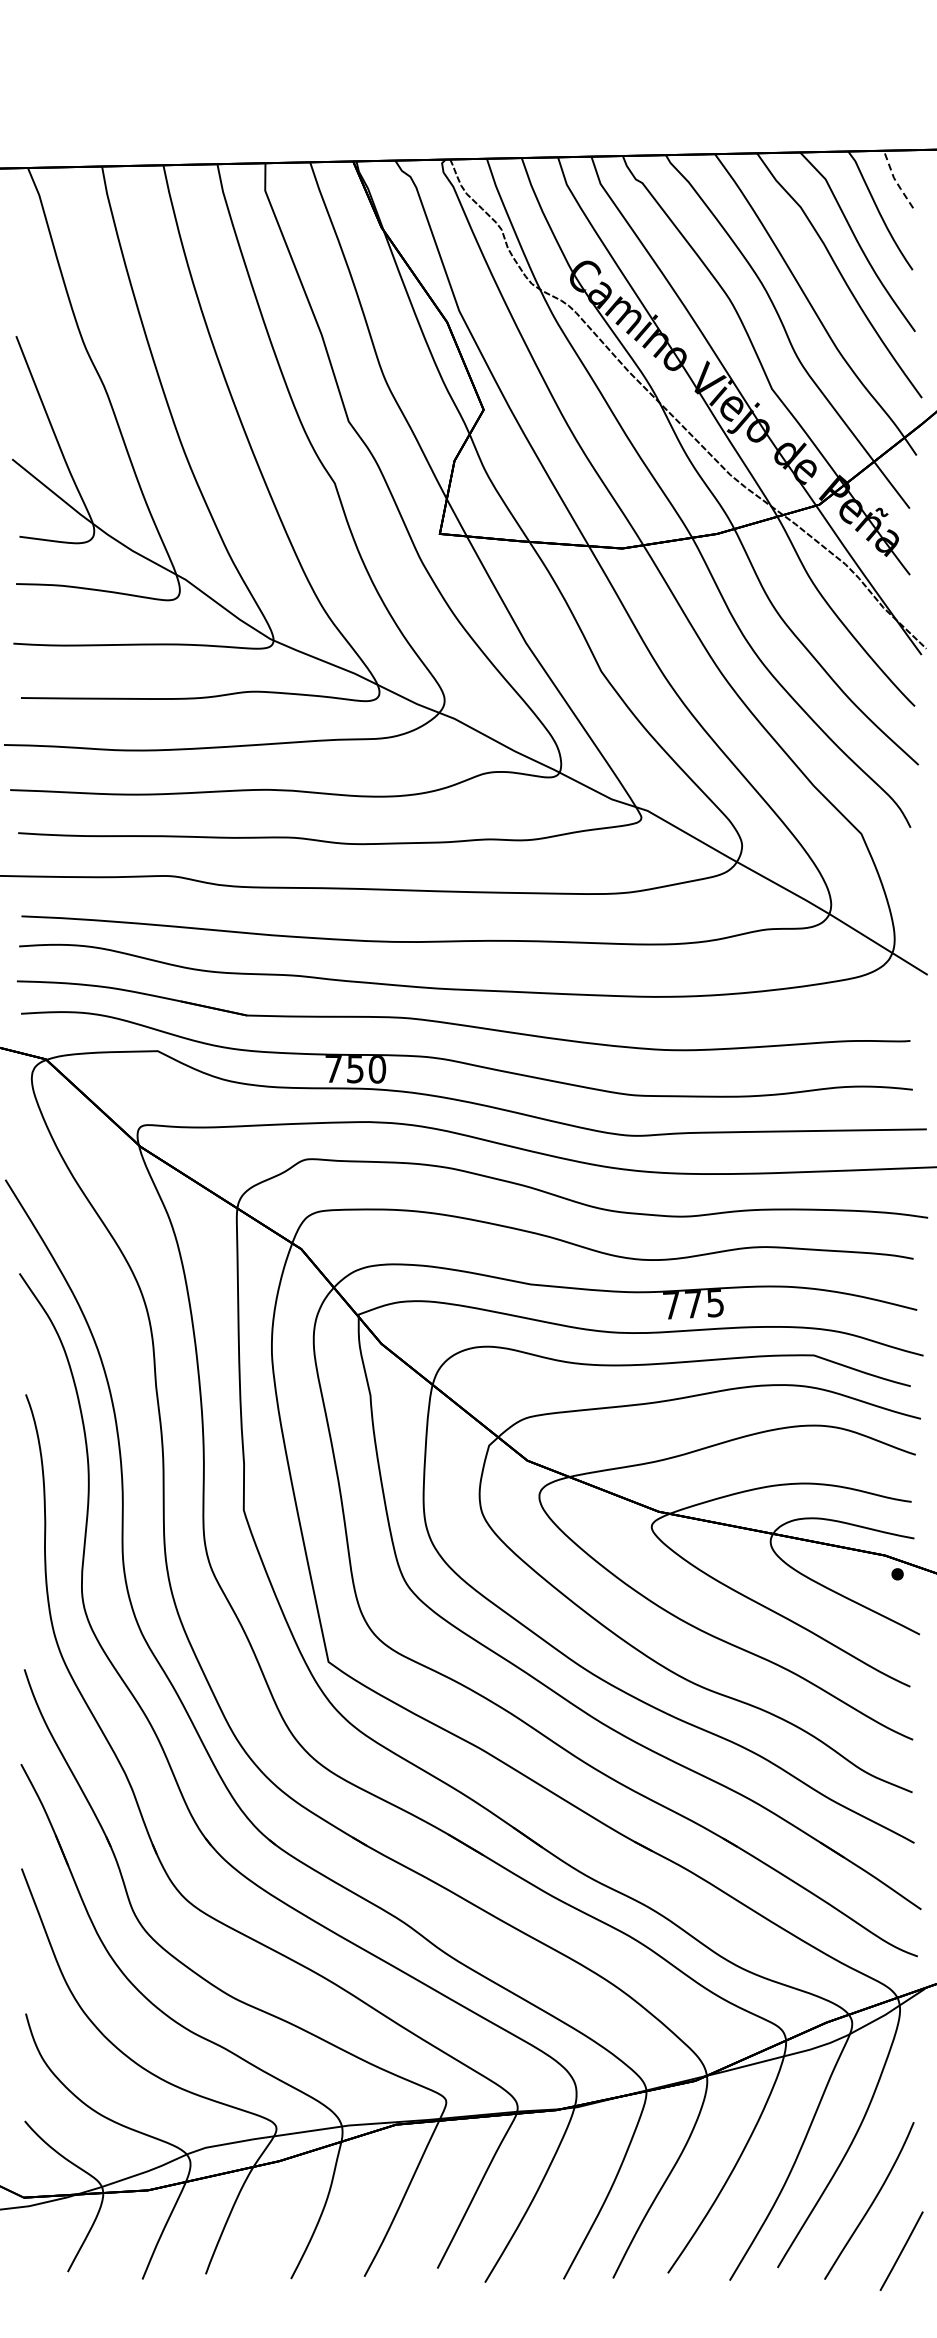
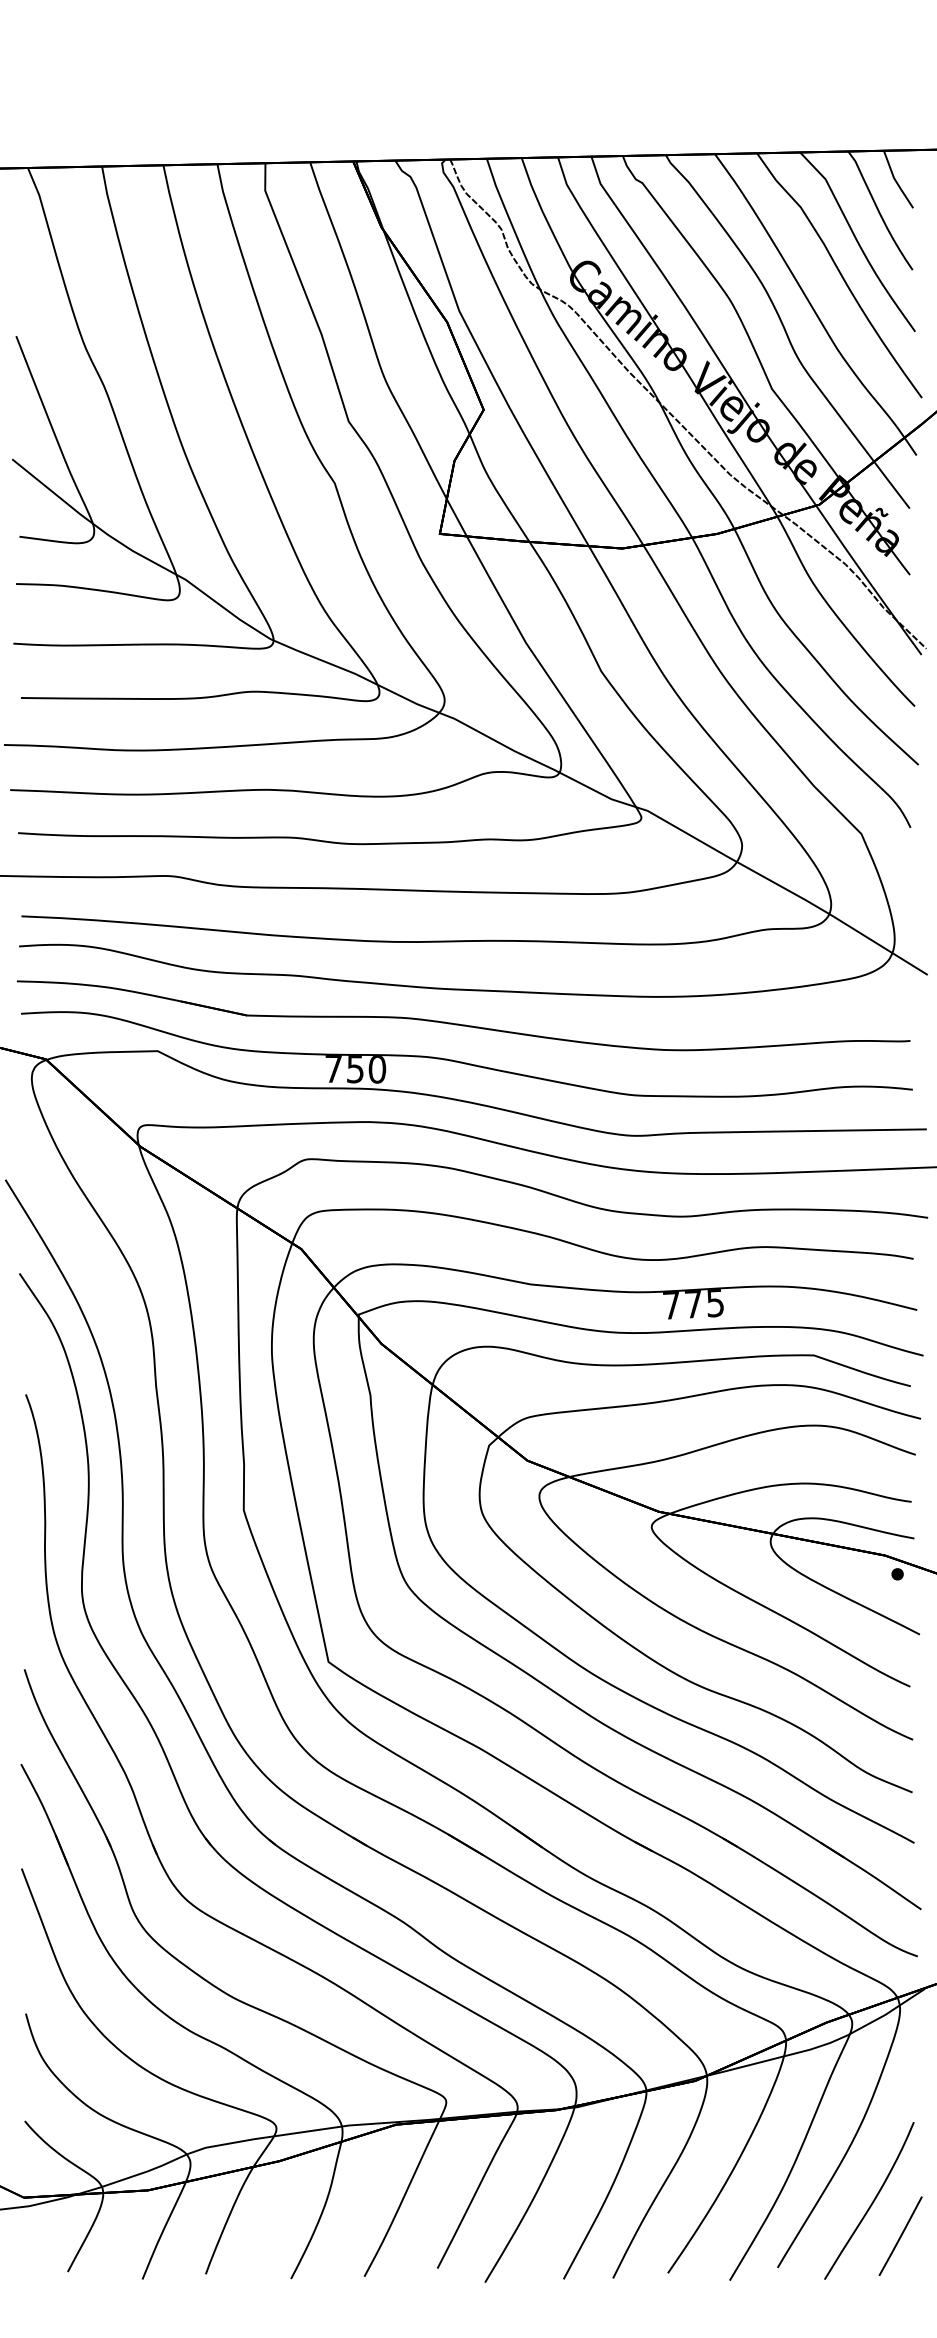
line at (895, 180): dashed -> solid
line at (901, 2250) position: (901, 2250) -> (900, 2235)
